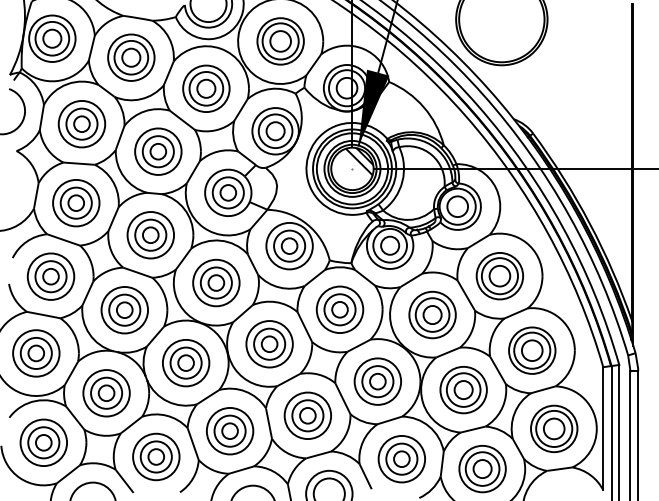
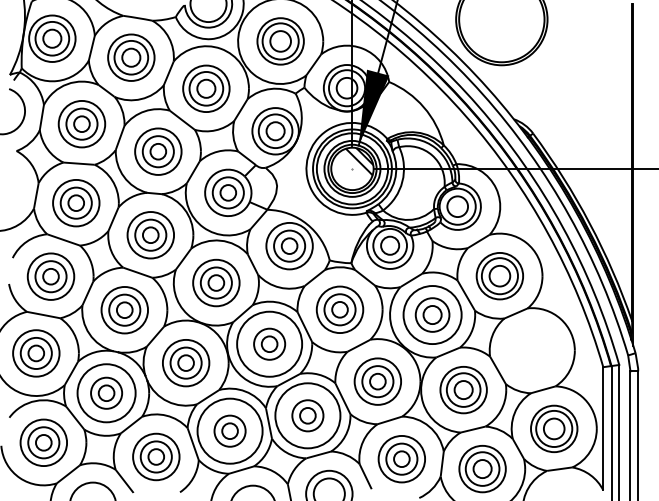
circle at (432, 314) diameter: 46 px -> 58 px
circle at (269, 344) diameter: 46 px -> 65 px
part at (532, 350): present -> none
circle at (106, 393) diameter: 46 px -> 58 px
circle at (307, 415) diameter: 46 px -> 65 px
circle at (229, 430) diameter: 46 px -> 65 px
